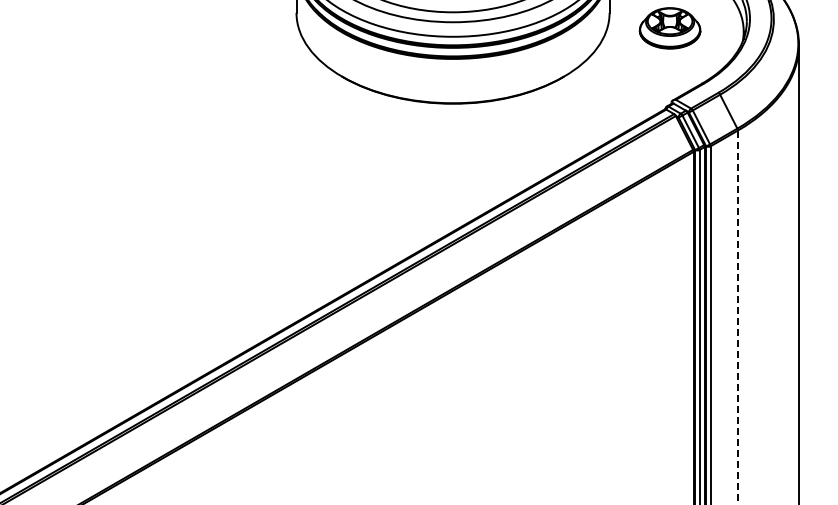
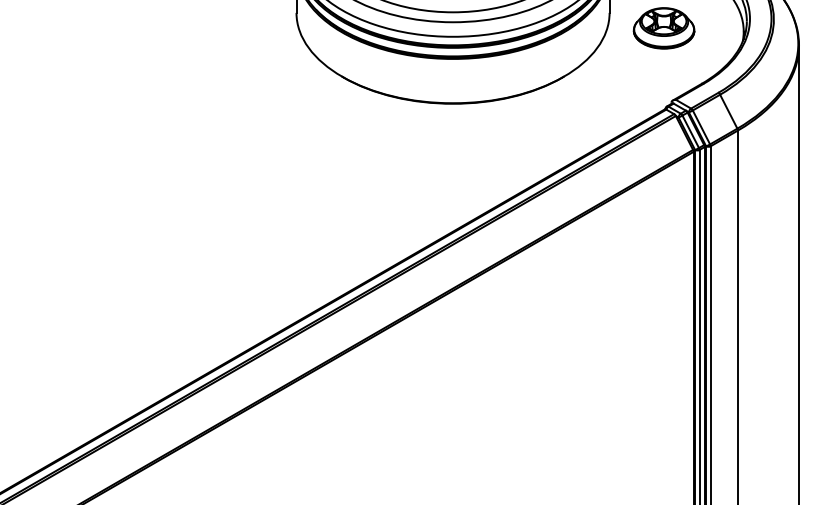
part at (669, 28) position: (669, 28) -> (663, 28)
line at (737, 317): dashed -> solid
